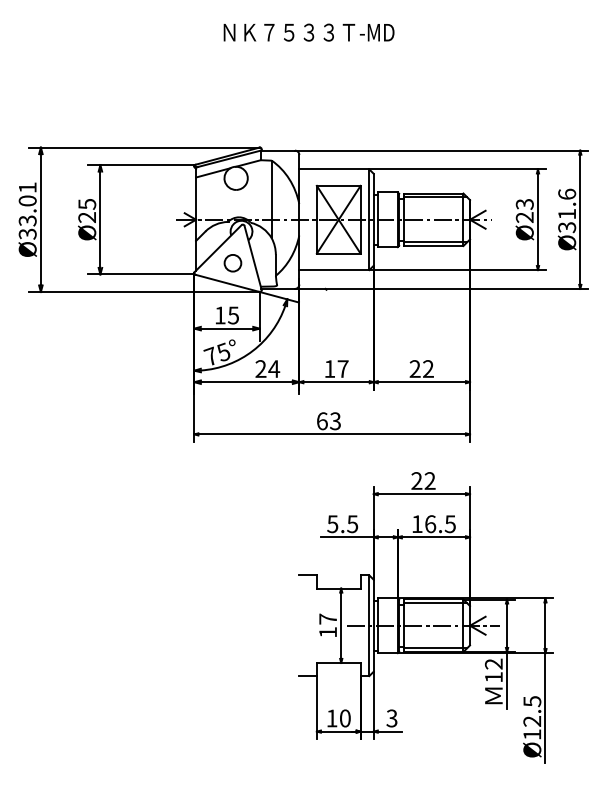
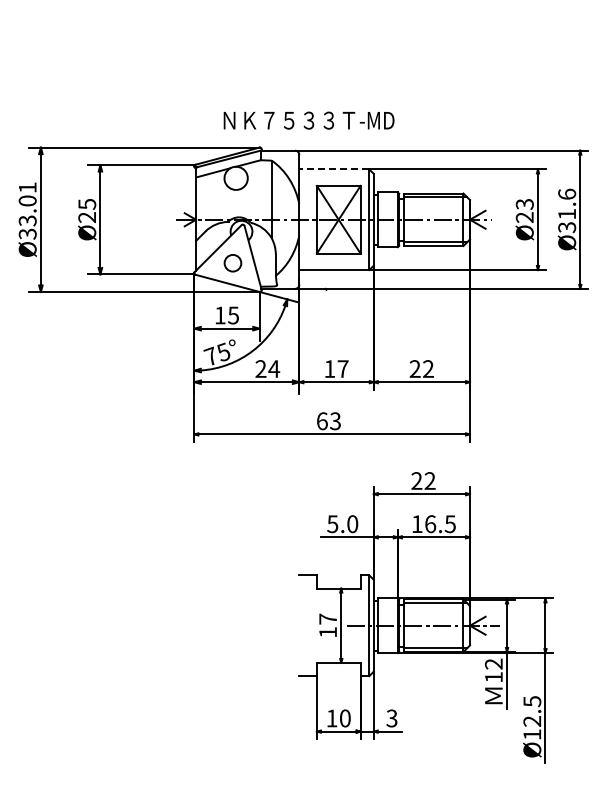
text at (308, 32) position: (308, 32) -> (308, 120)
line at (333, 169): solid -> dashed
text at (352, 524): 5.5 -> 5.0
